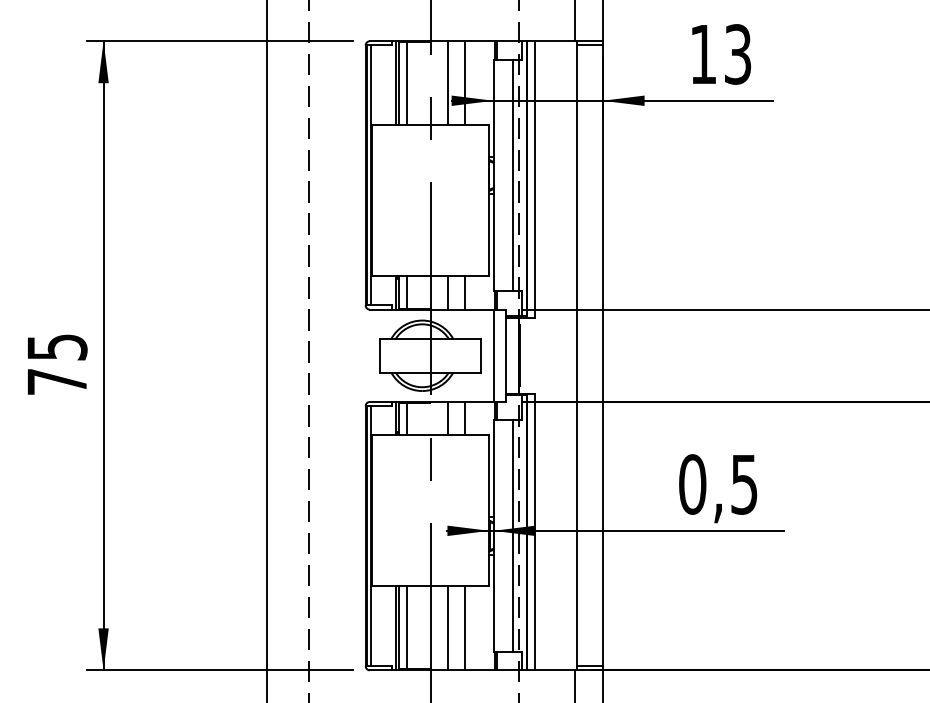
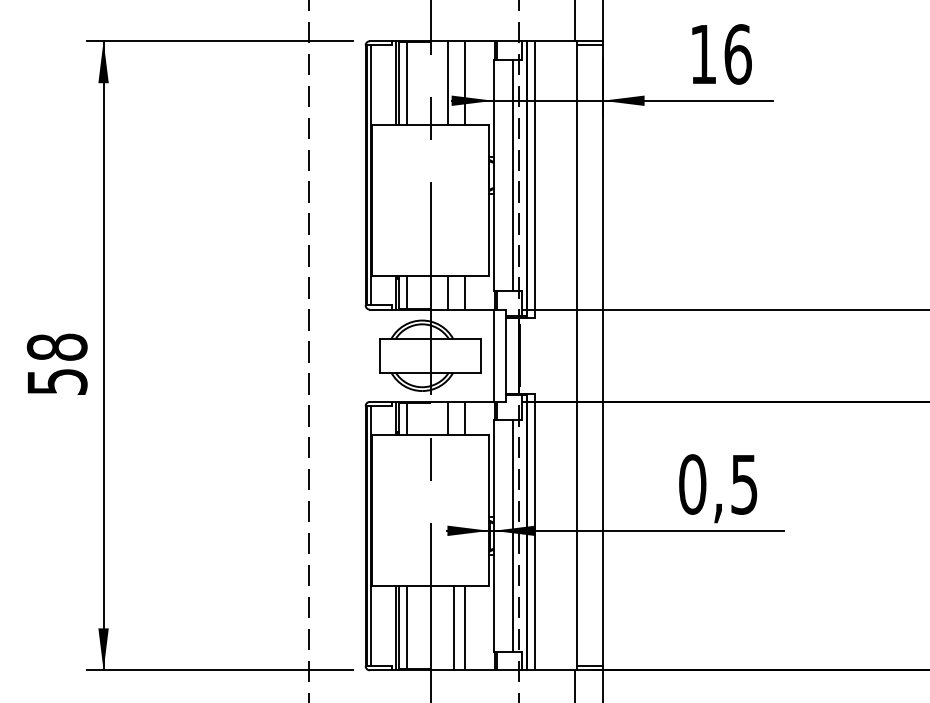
text at (737, 54): 13 -> 16
line at (267, 350): present -> none
text at (56, 363): 75 -> 58
line at (447, 628) position: (447, 628) -> (453, 628)
